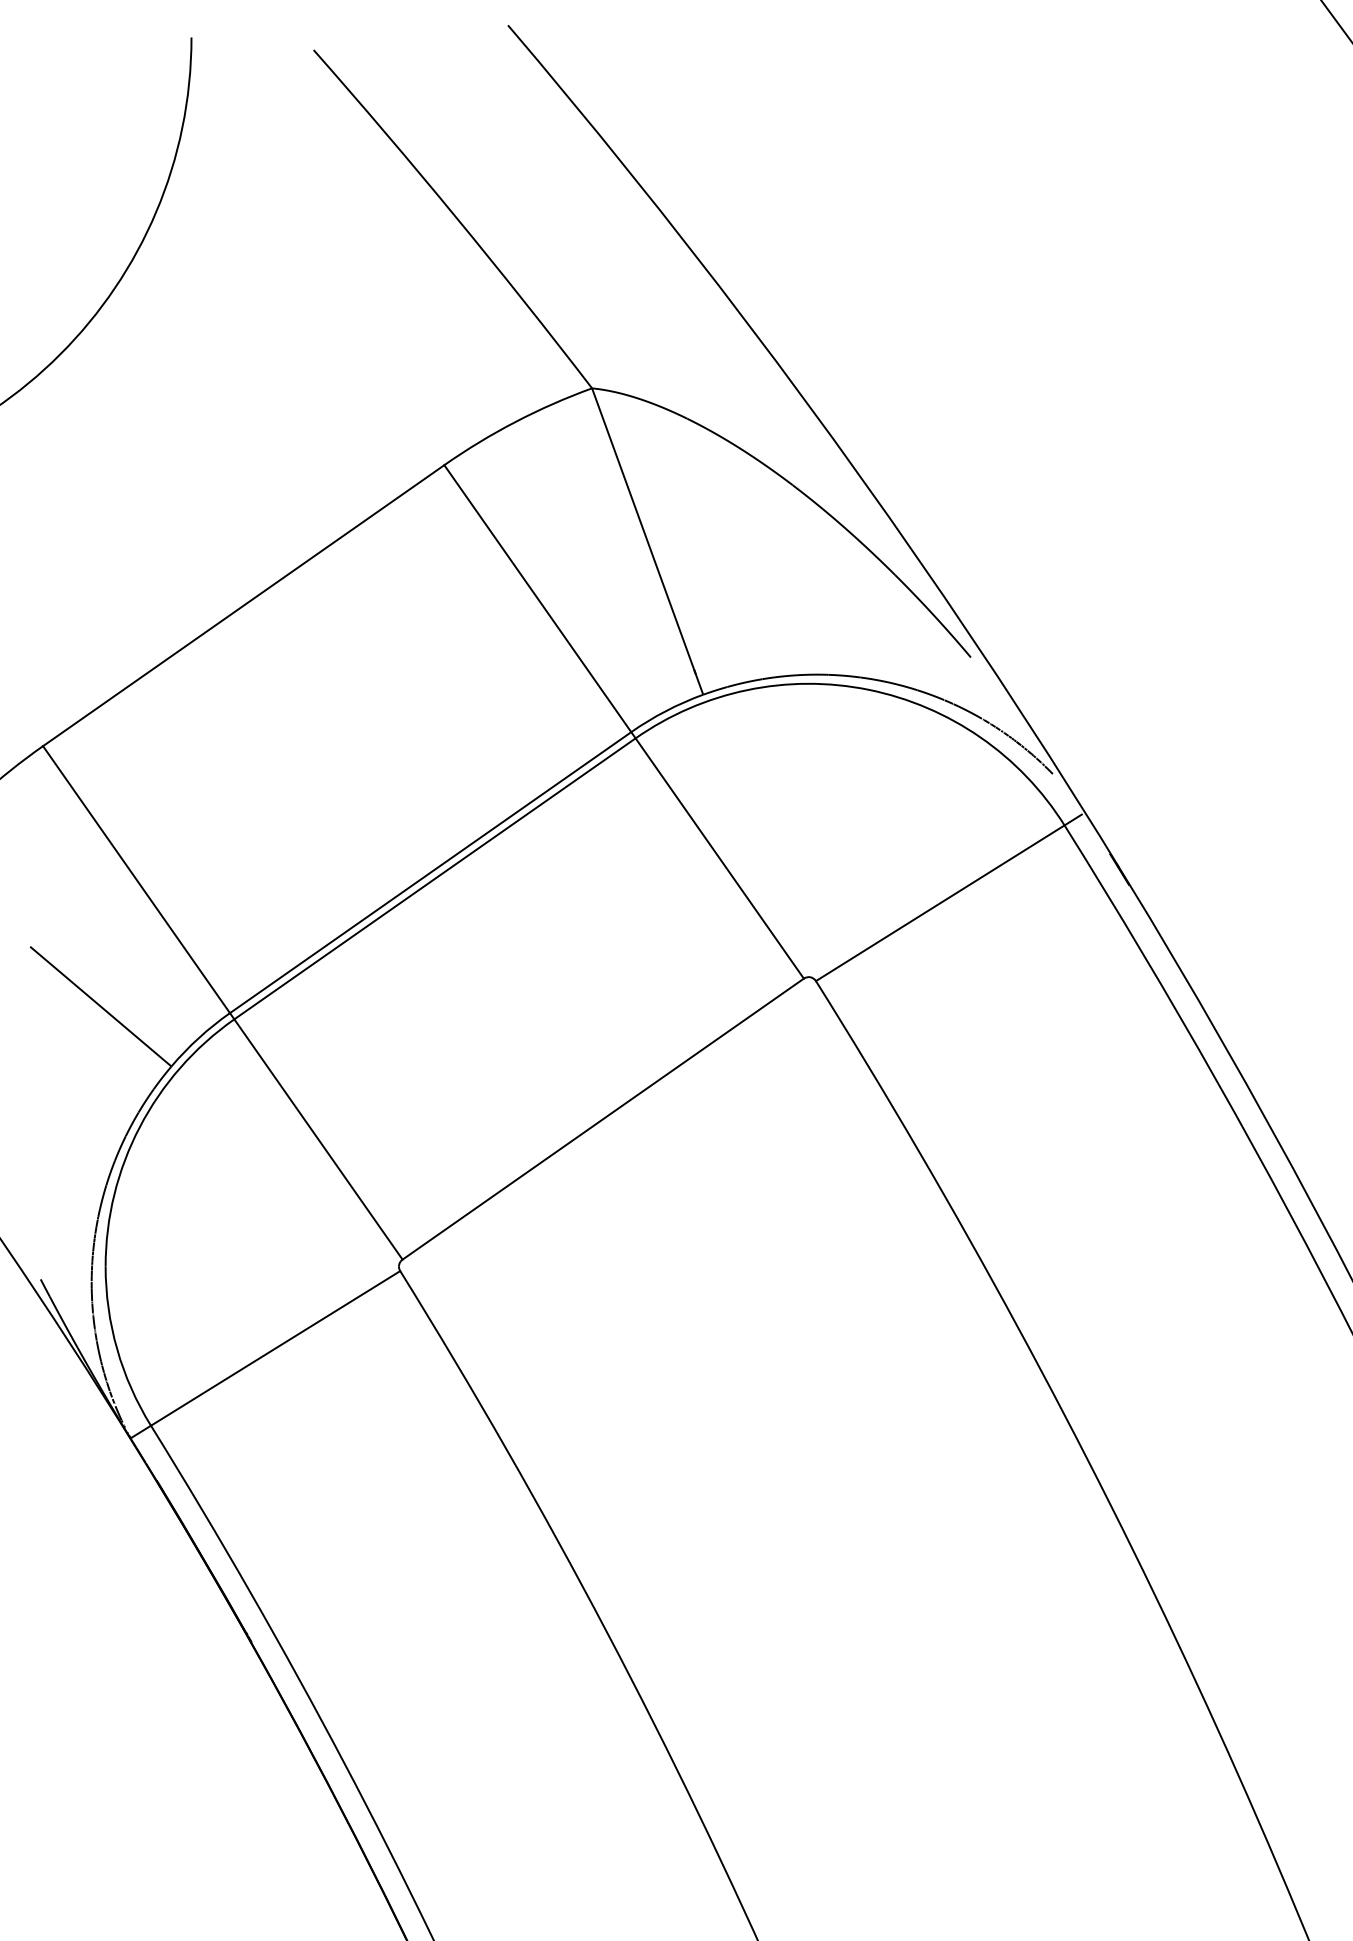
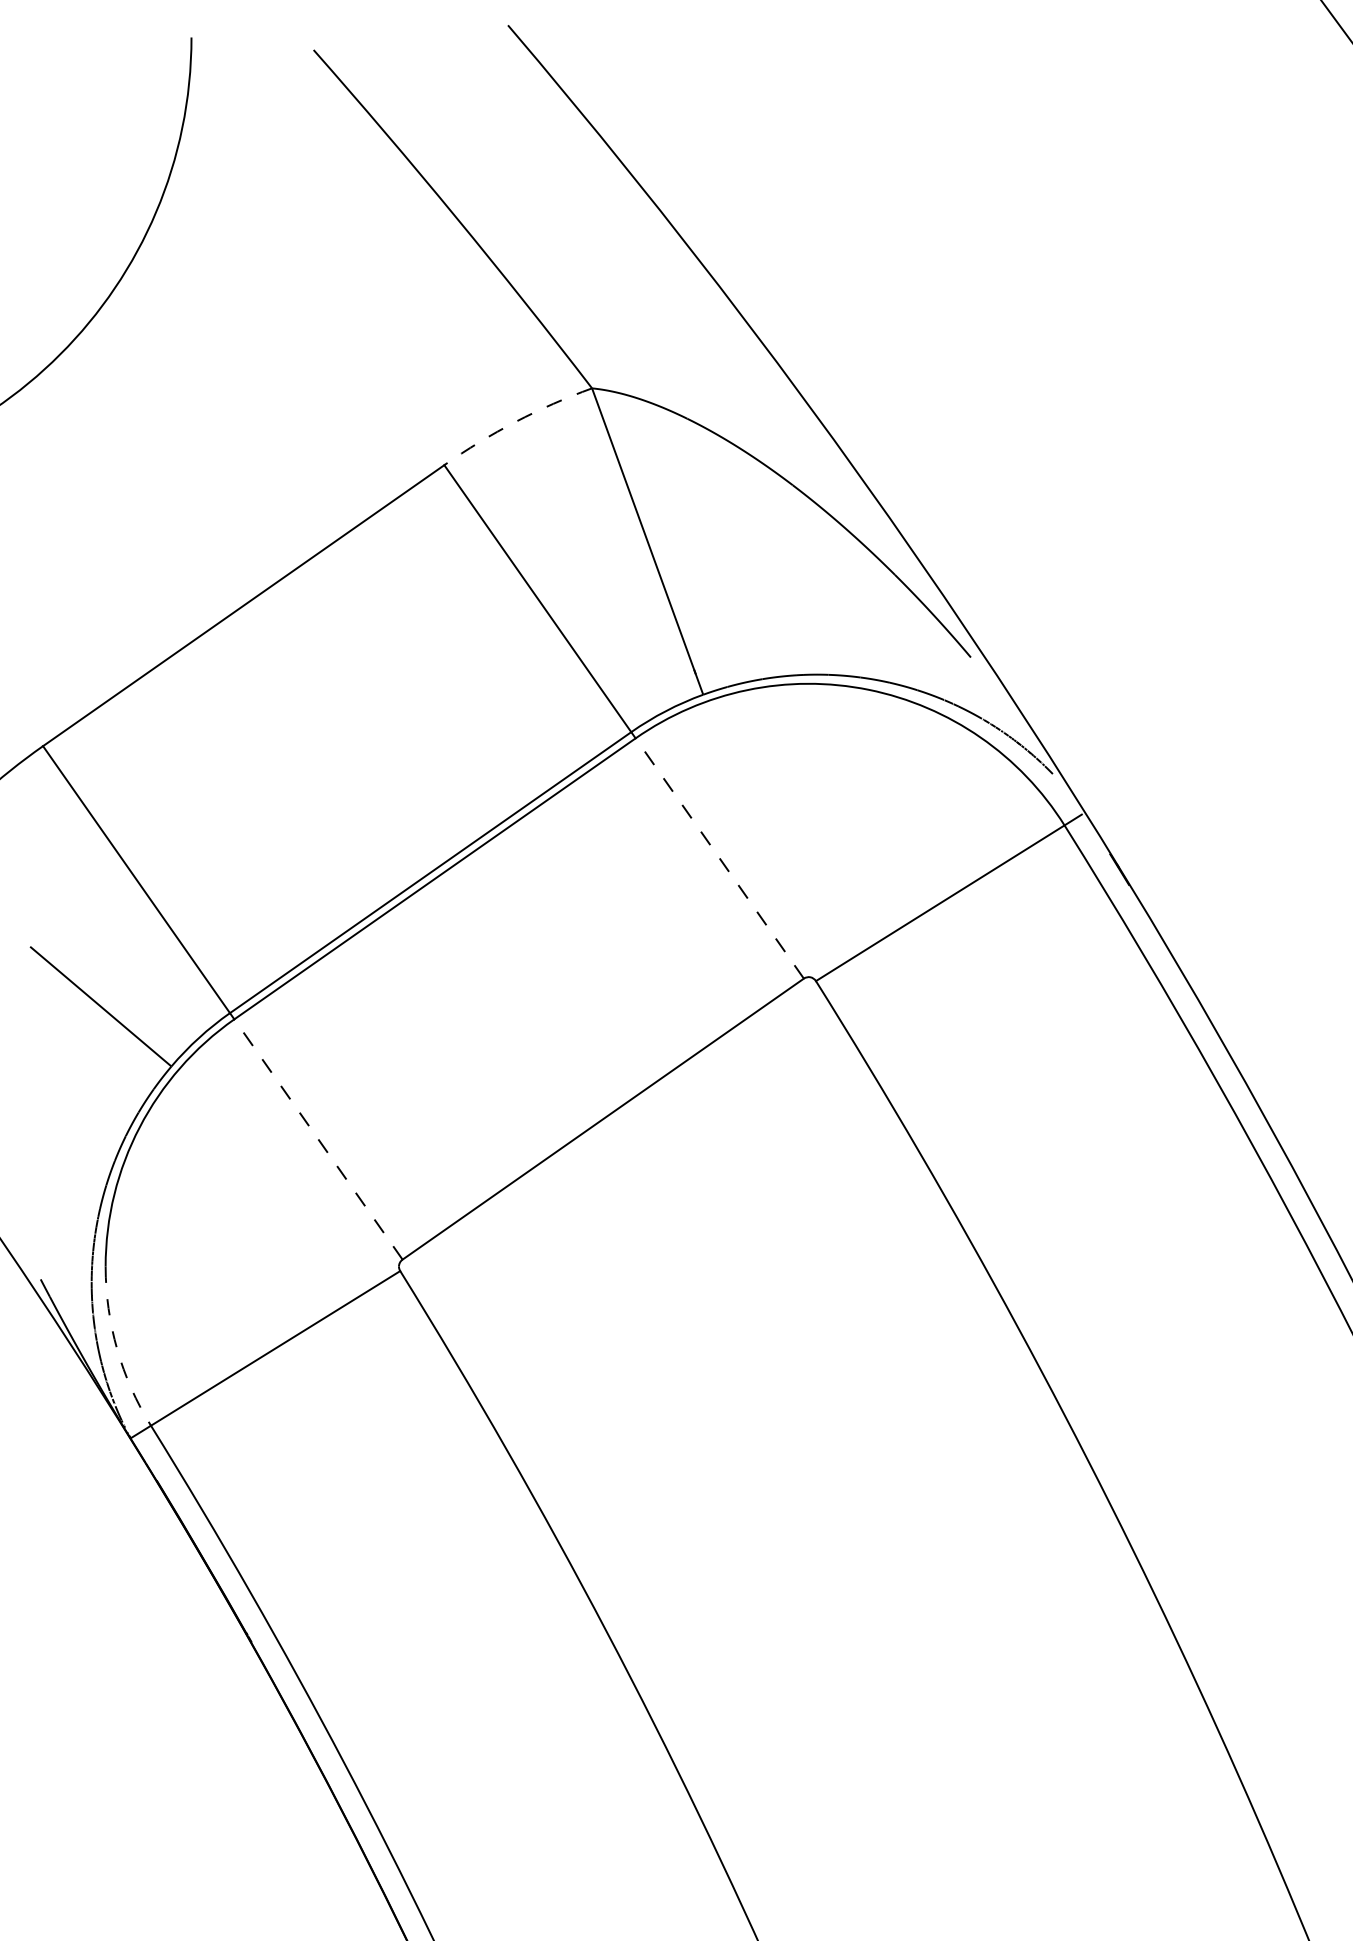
arc at (515, 421): solid -> dashed
line at (719, 858): solid -> dashed
line at (318, 1139): solid -> dashed
arc at (117, 1349): solid -> dashed
